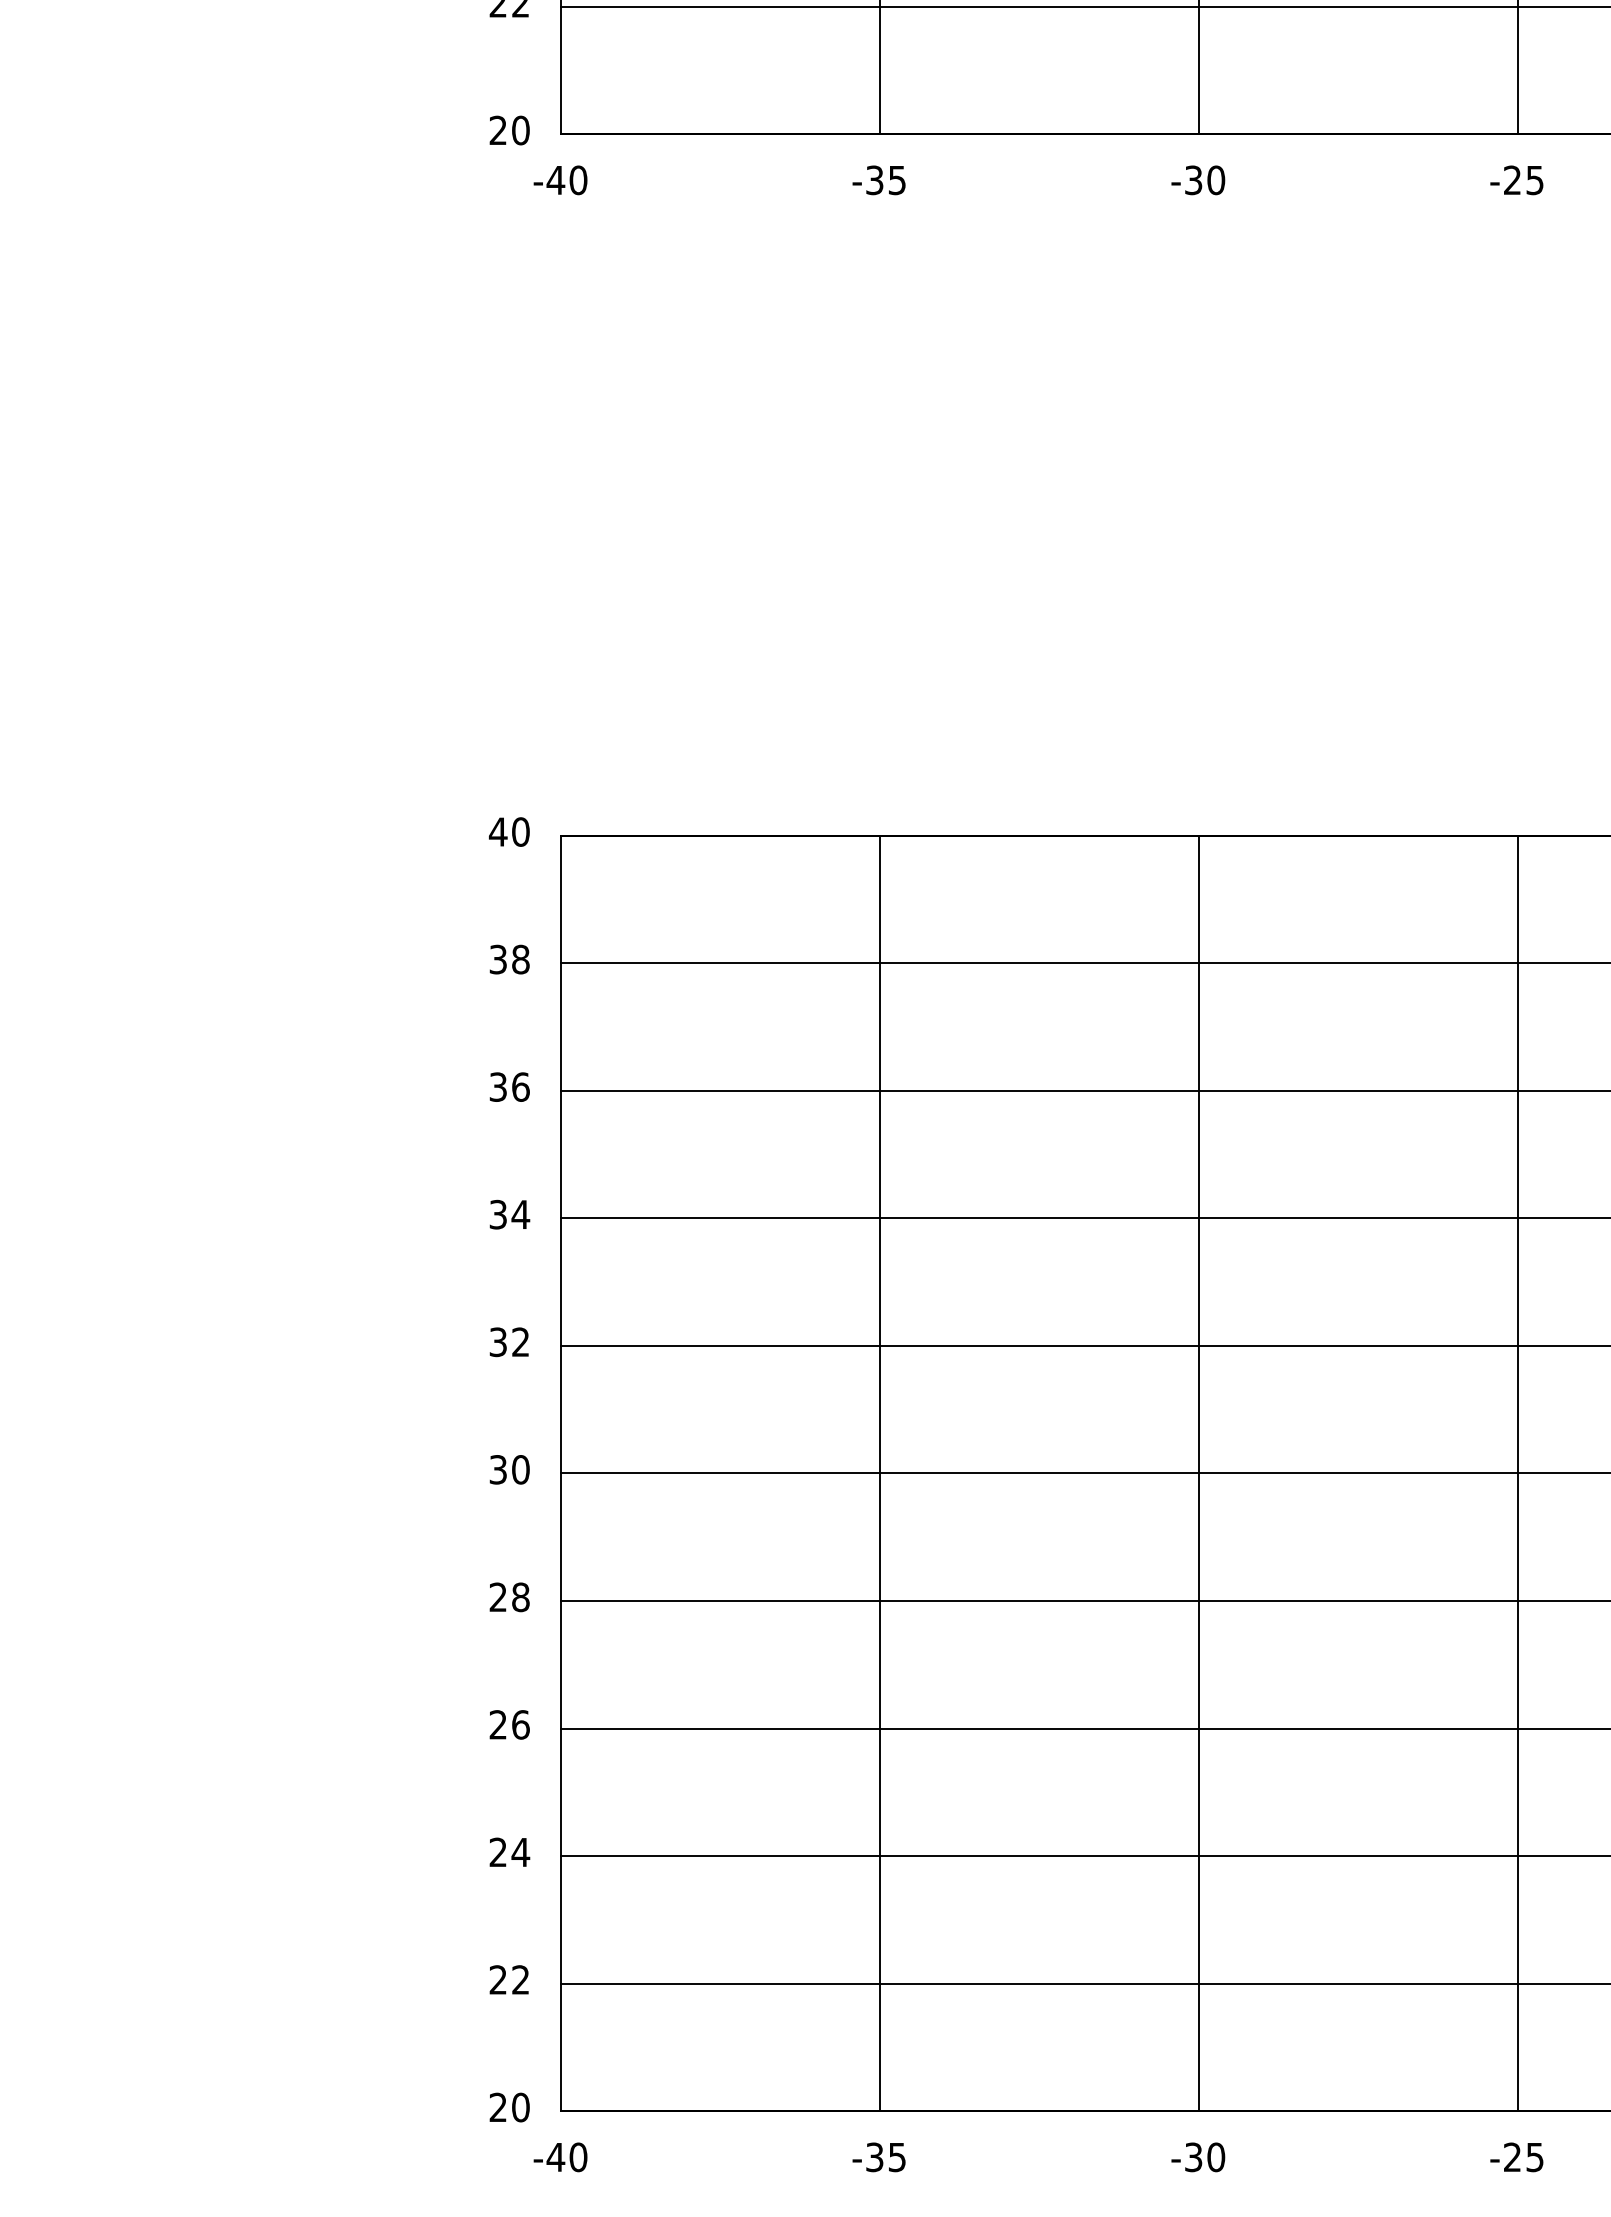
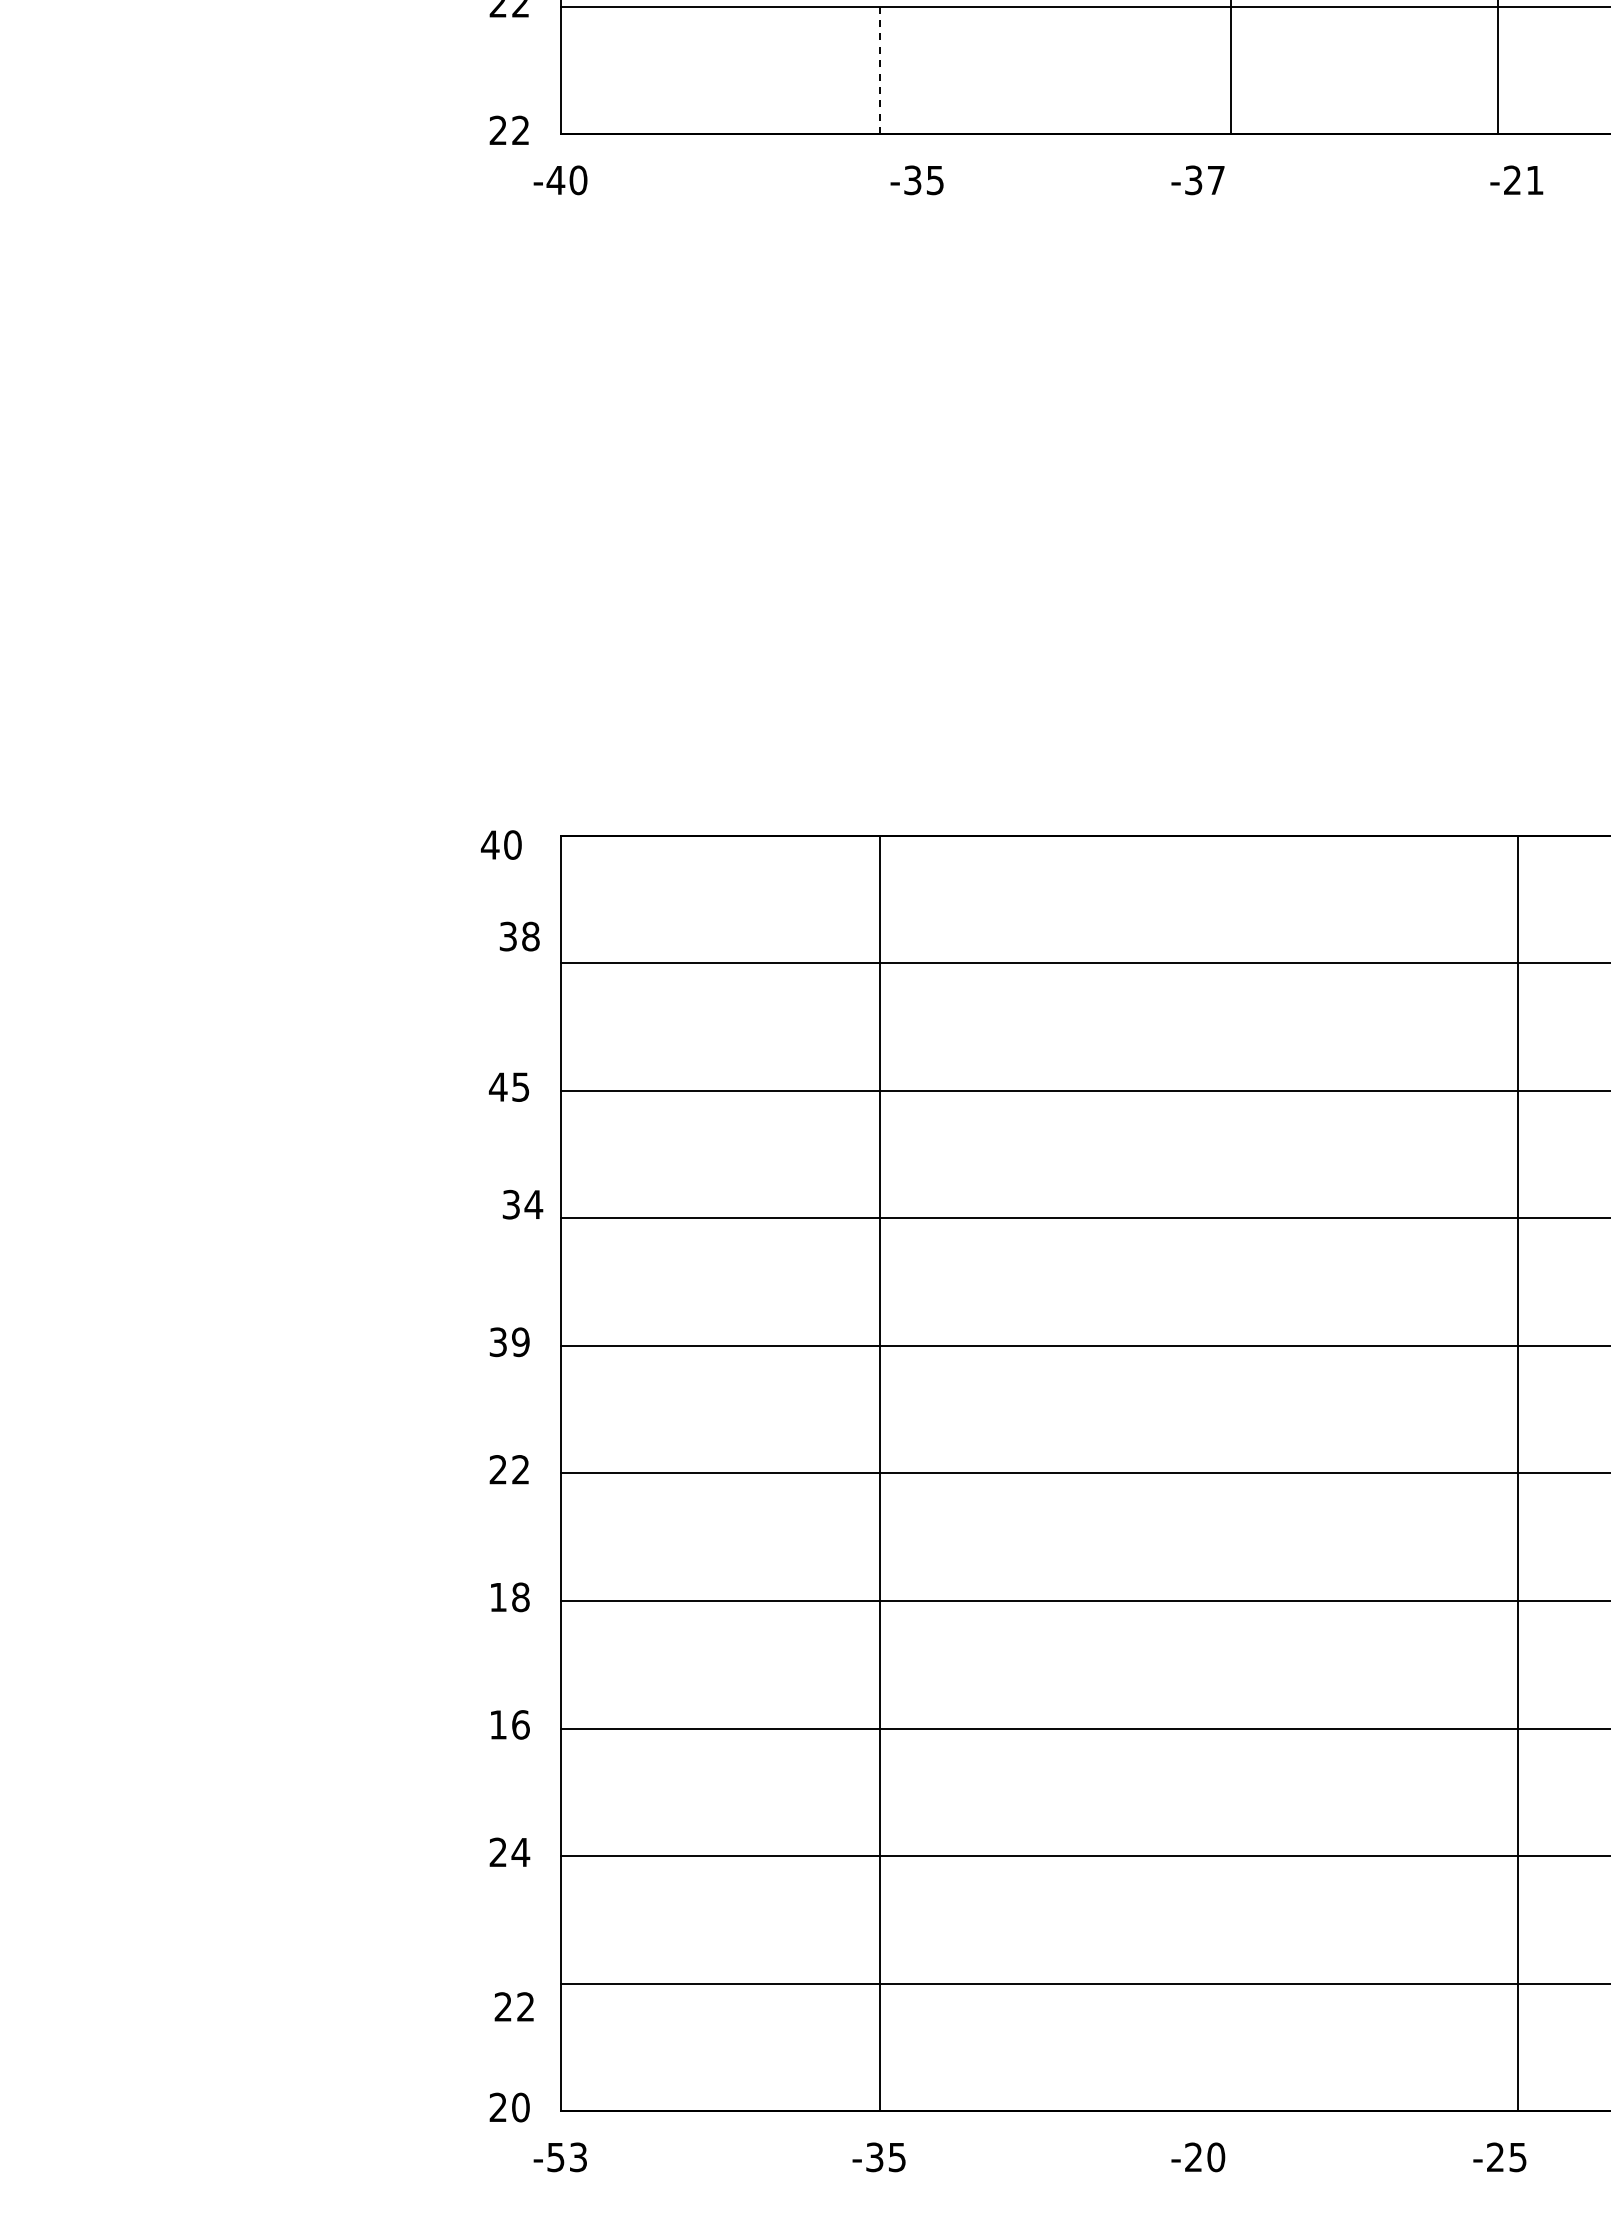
line at (879, 67): solid -> dashed
line at (1198, 68) position: (1198, 68) -> (1230, 68)
line at (1517, 68) position: (1517, 68) -> (1497, 68)
text at (520, 130): 20 -> 22
text at (878, 180) position: (878, 180) -> (916, 180)
text at (1216, 180): -30 -> -37
text at (1534, 180): -25 -> -21
text at (509, 831) position: (509, 831) -> (501, 844)
text at (509, 959) position: (509, 959) -> (519, 936)
text at (508, 1086): 36 -> 45
text at (509, 1214) position: (509, 1214) -> (522, 1204)
text at (520, 1342): 32 -> 39
text at (509, 1469): 30 -> 22
line at (1198, 1473): present -> none
text at (497, 1596): 28 -> 18
text at (497, 1724): 26 -> 16
text at (508, 1979) position: (508, 1979) -> (513, 2006)
text at (566, 2157): -40 -> -53
text at (1193, 2157): -30 -> -20
text at (1516, 2157) position: (1516, 2157) -> (1499, 2157)
